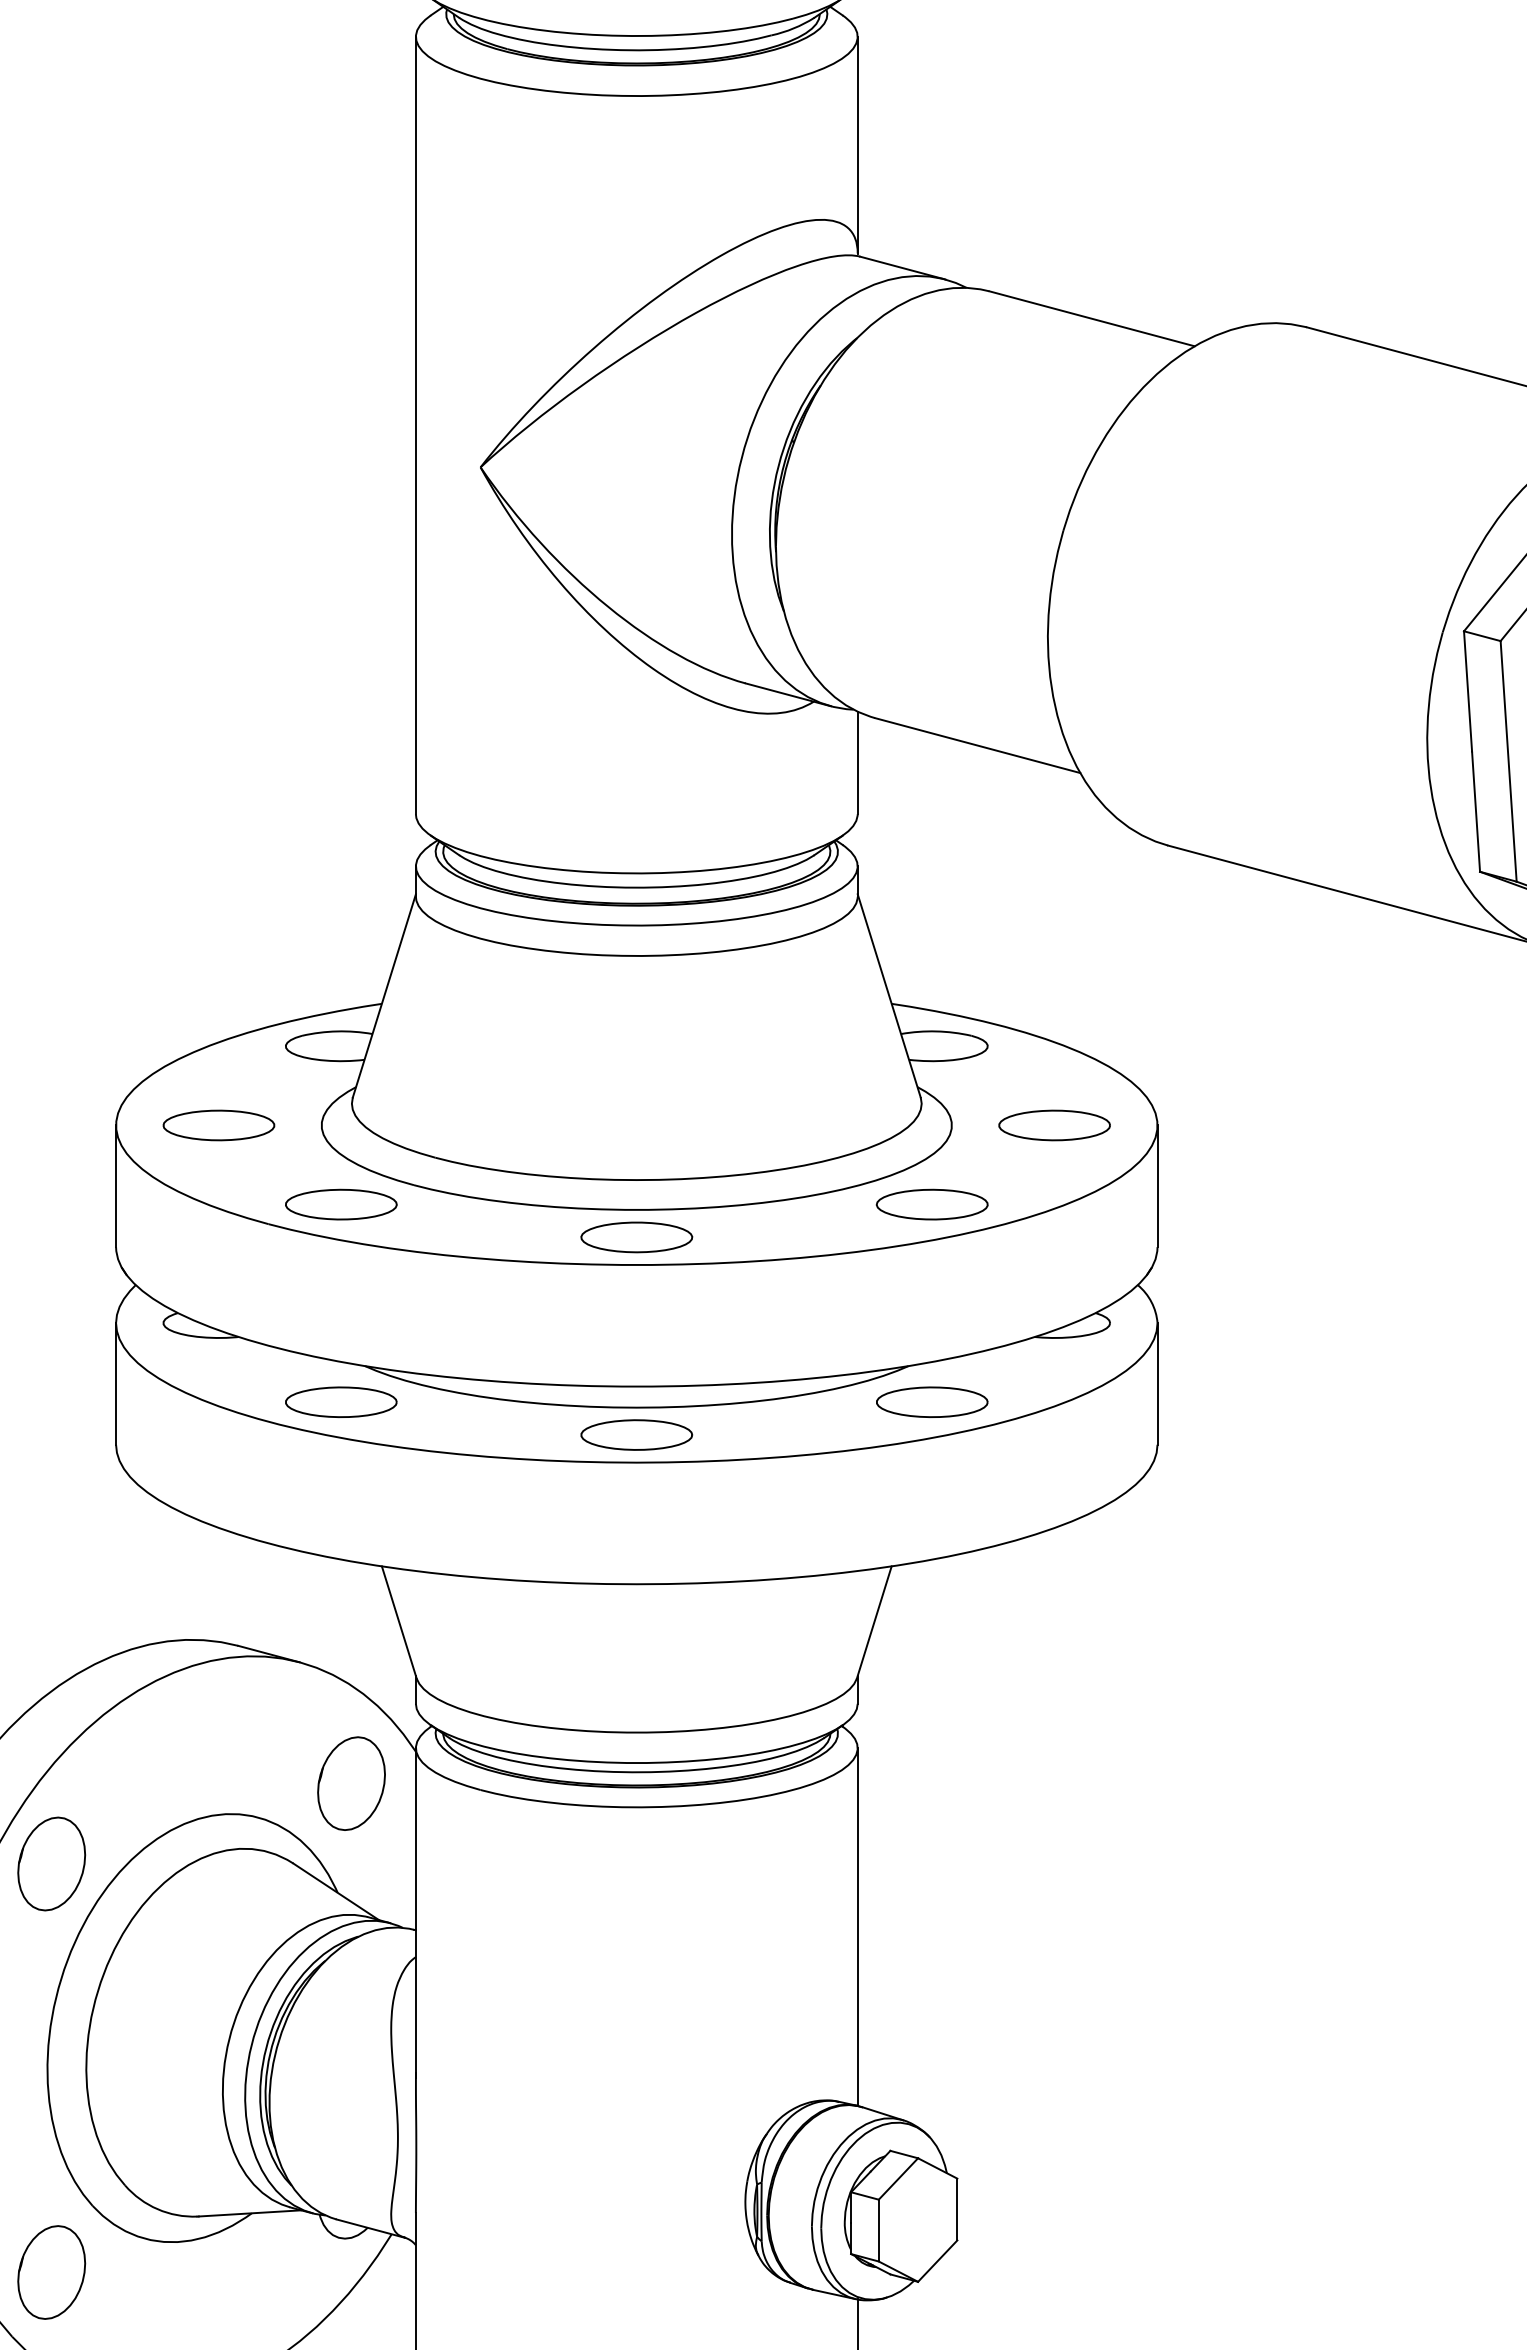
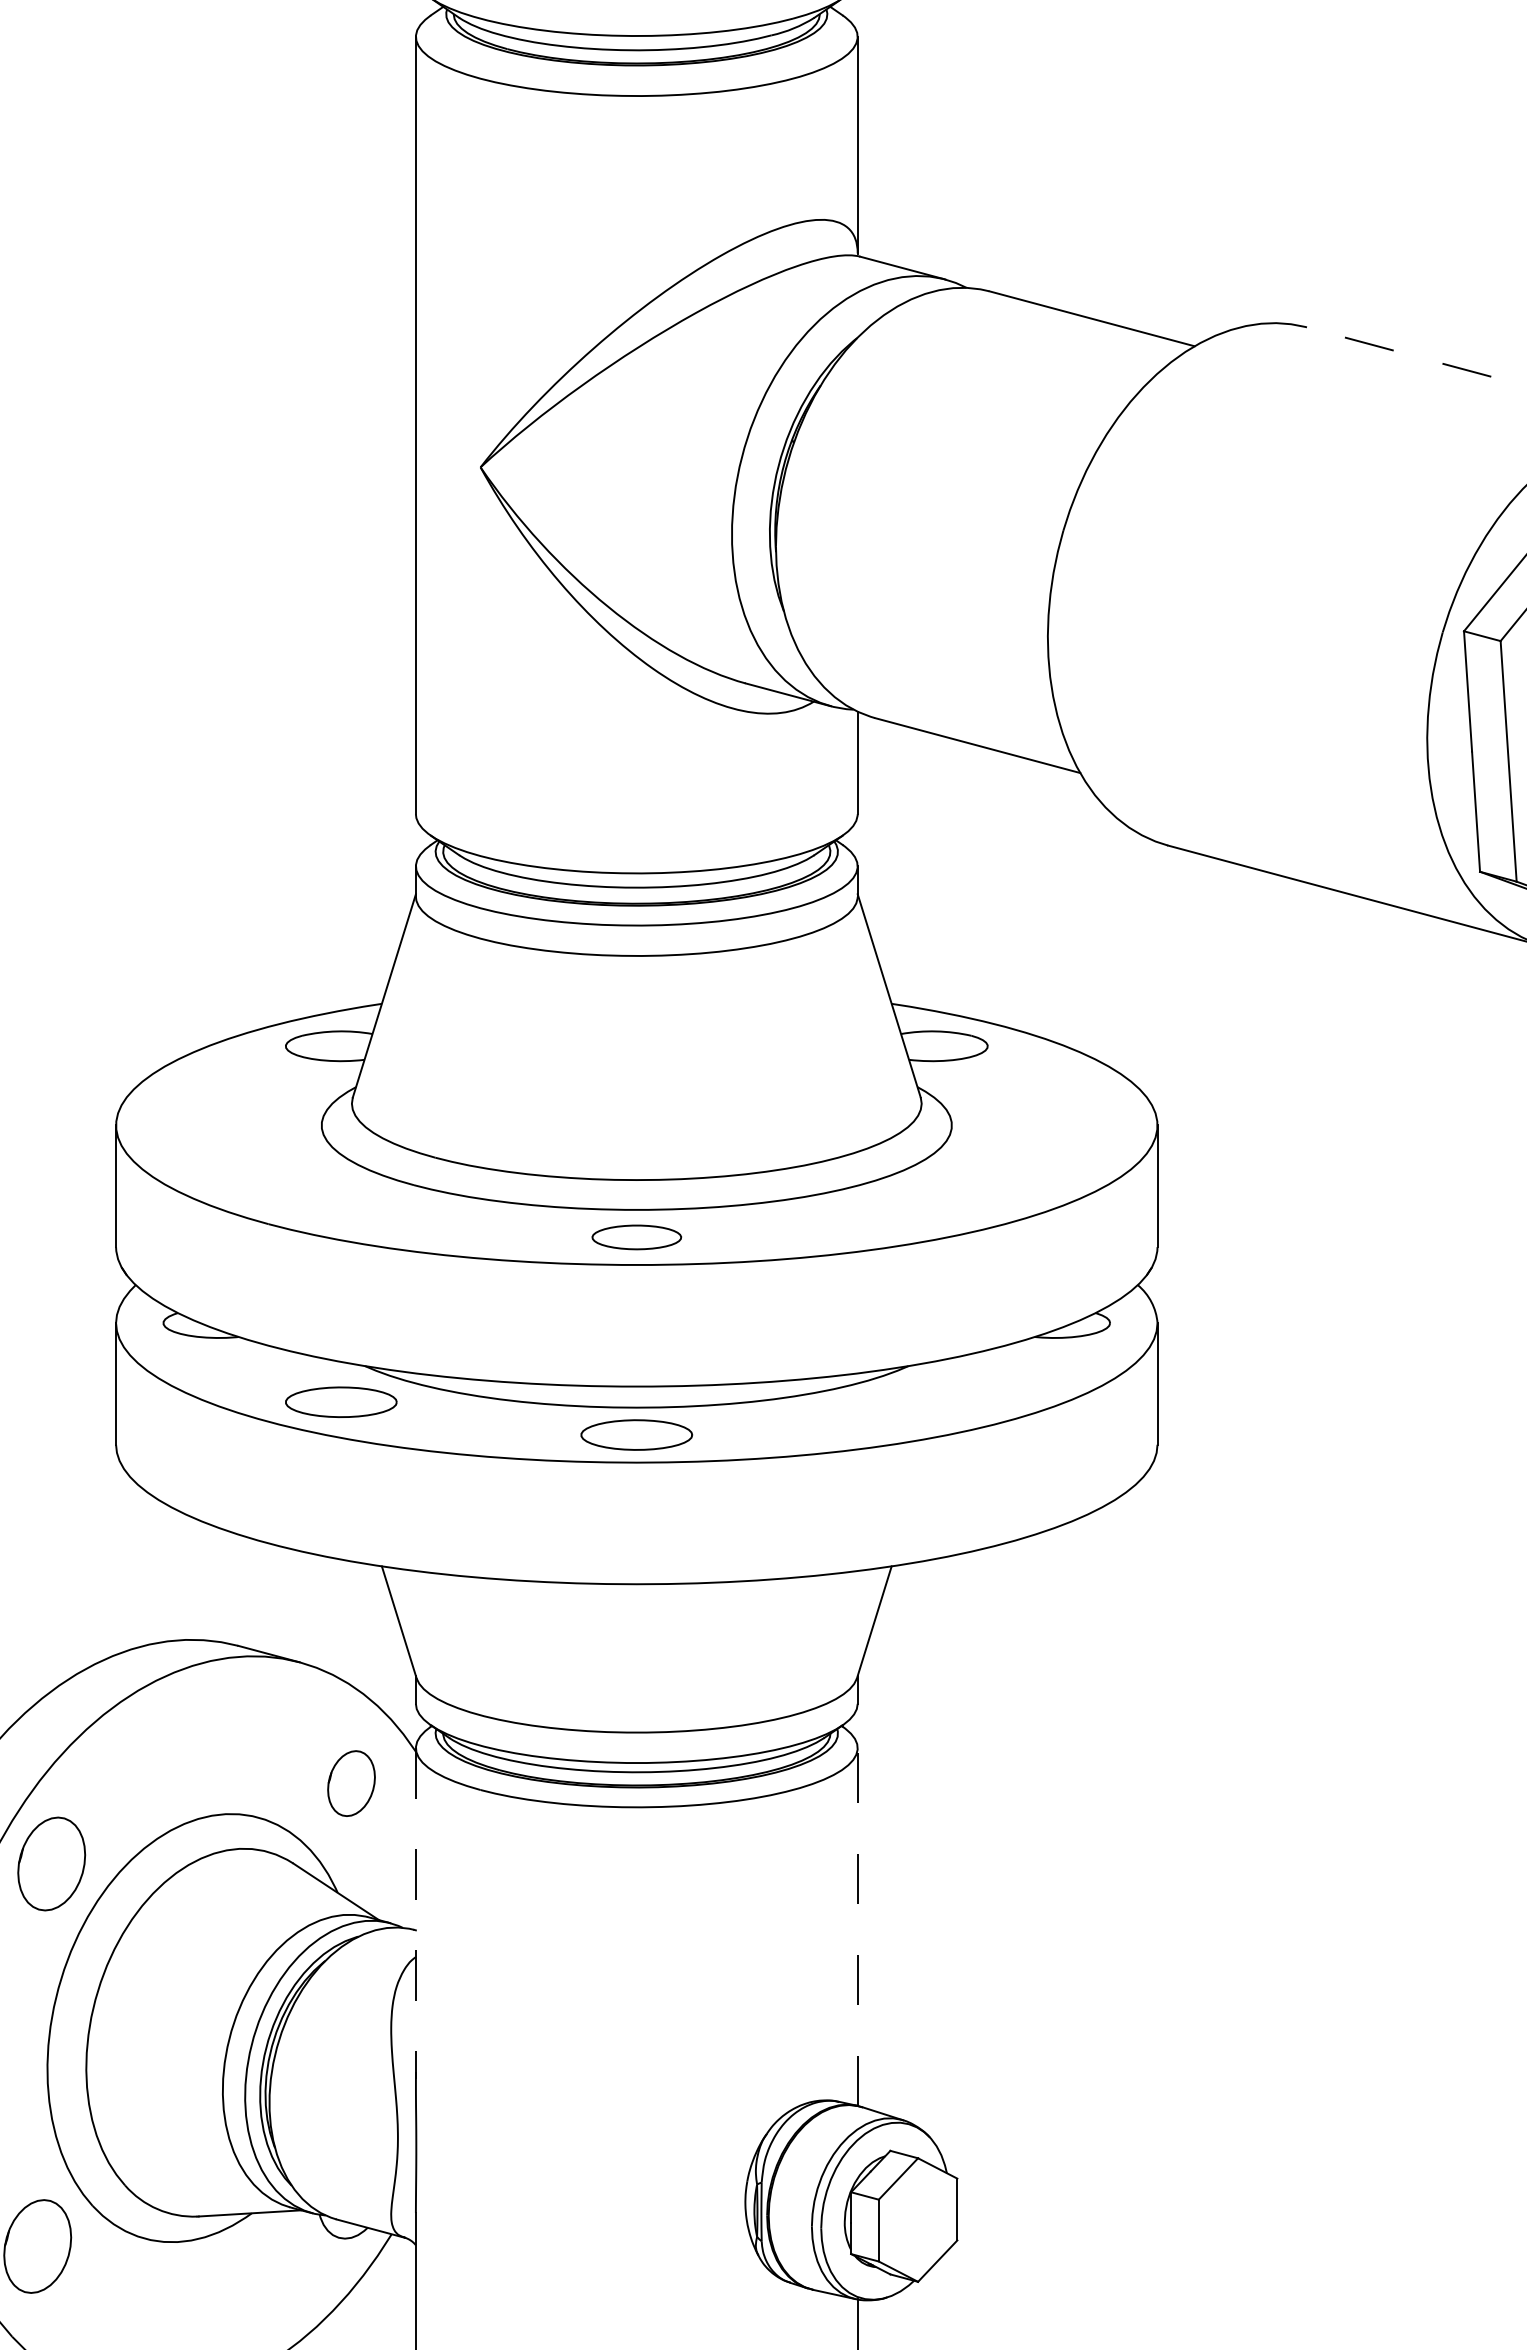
line at (1416, 356): solid -> dashed
part at (218, 1125): present -> none
part at (1054, 1125): present -> none
part at (341, 1204): present -> none
part at (931, 1204): present -> none
part at (636, 1237) size: 114x33 px -> 92x27 px
part at (932, 1401): present -> none
part at (351, 1783) size: 69x95 px -> 49x67 px
line at (415, 1913): solid -> dashed
line at (857, 1927): solid -> dashed
part at (51, 2272) position: (51, 2272) -> (37, 2246)
